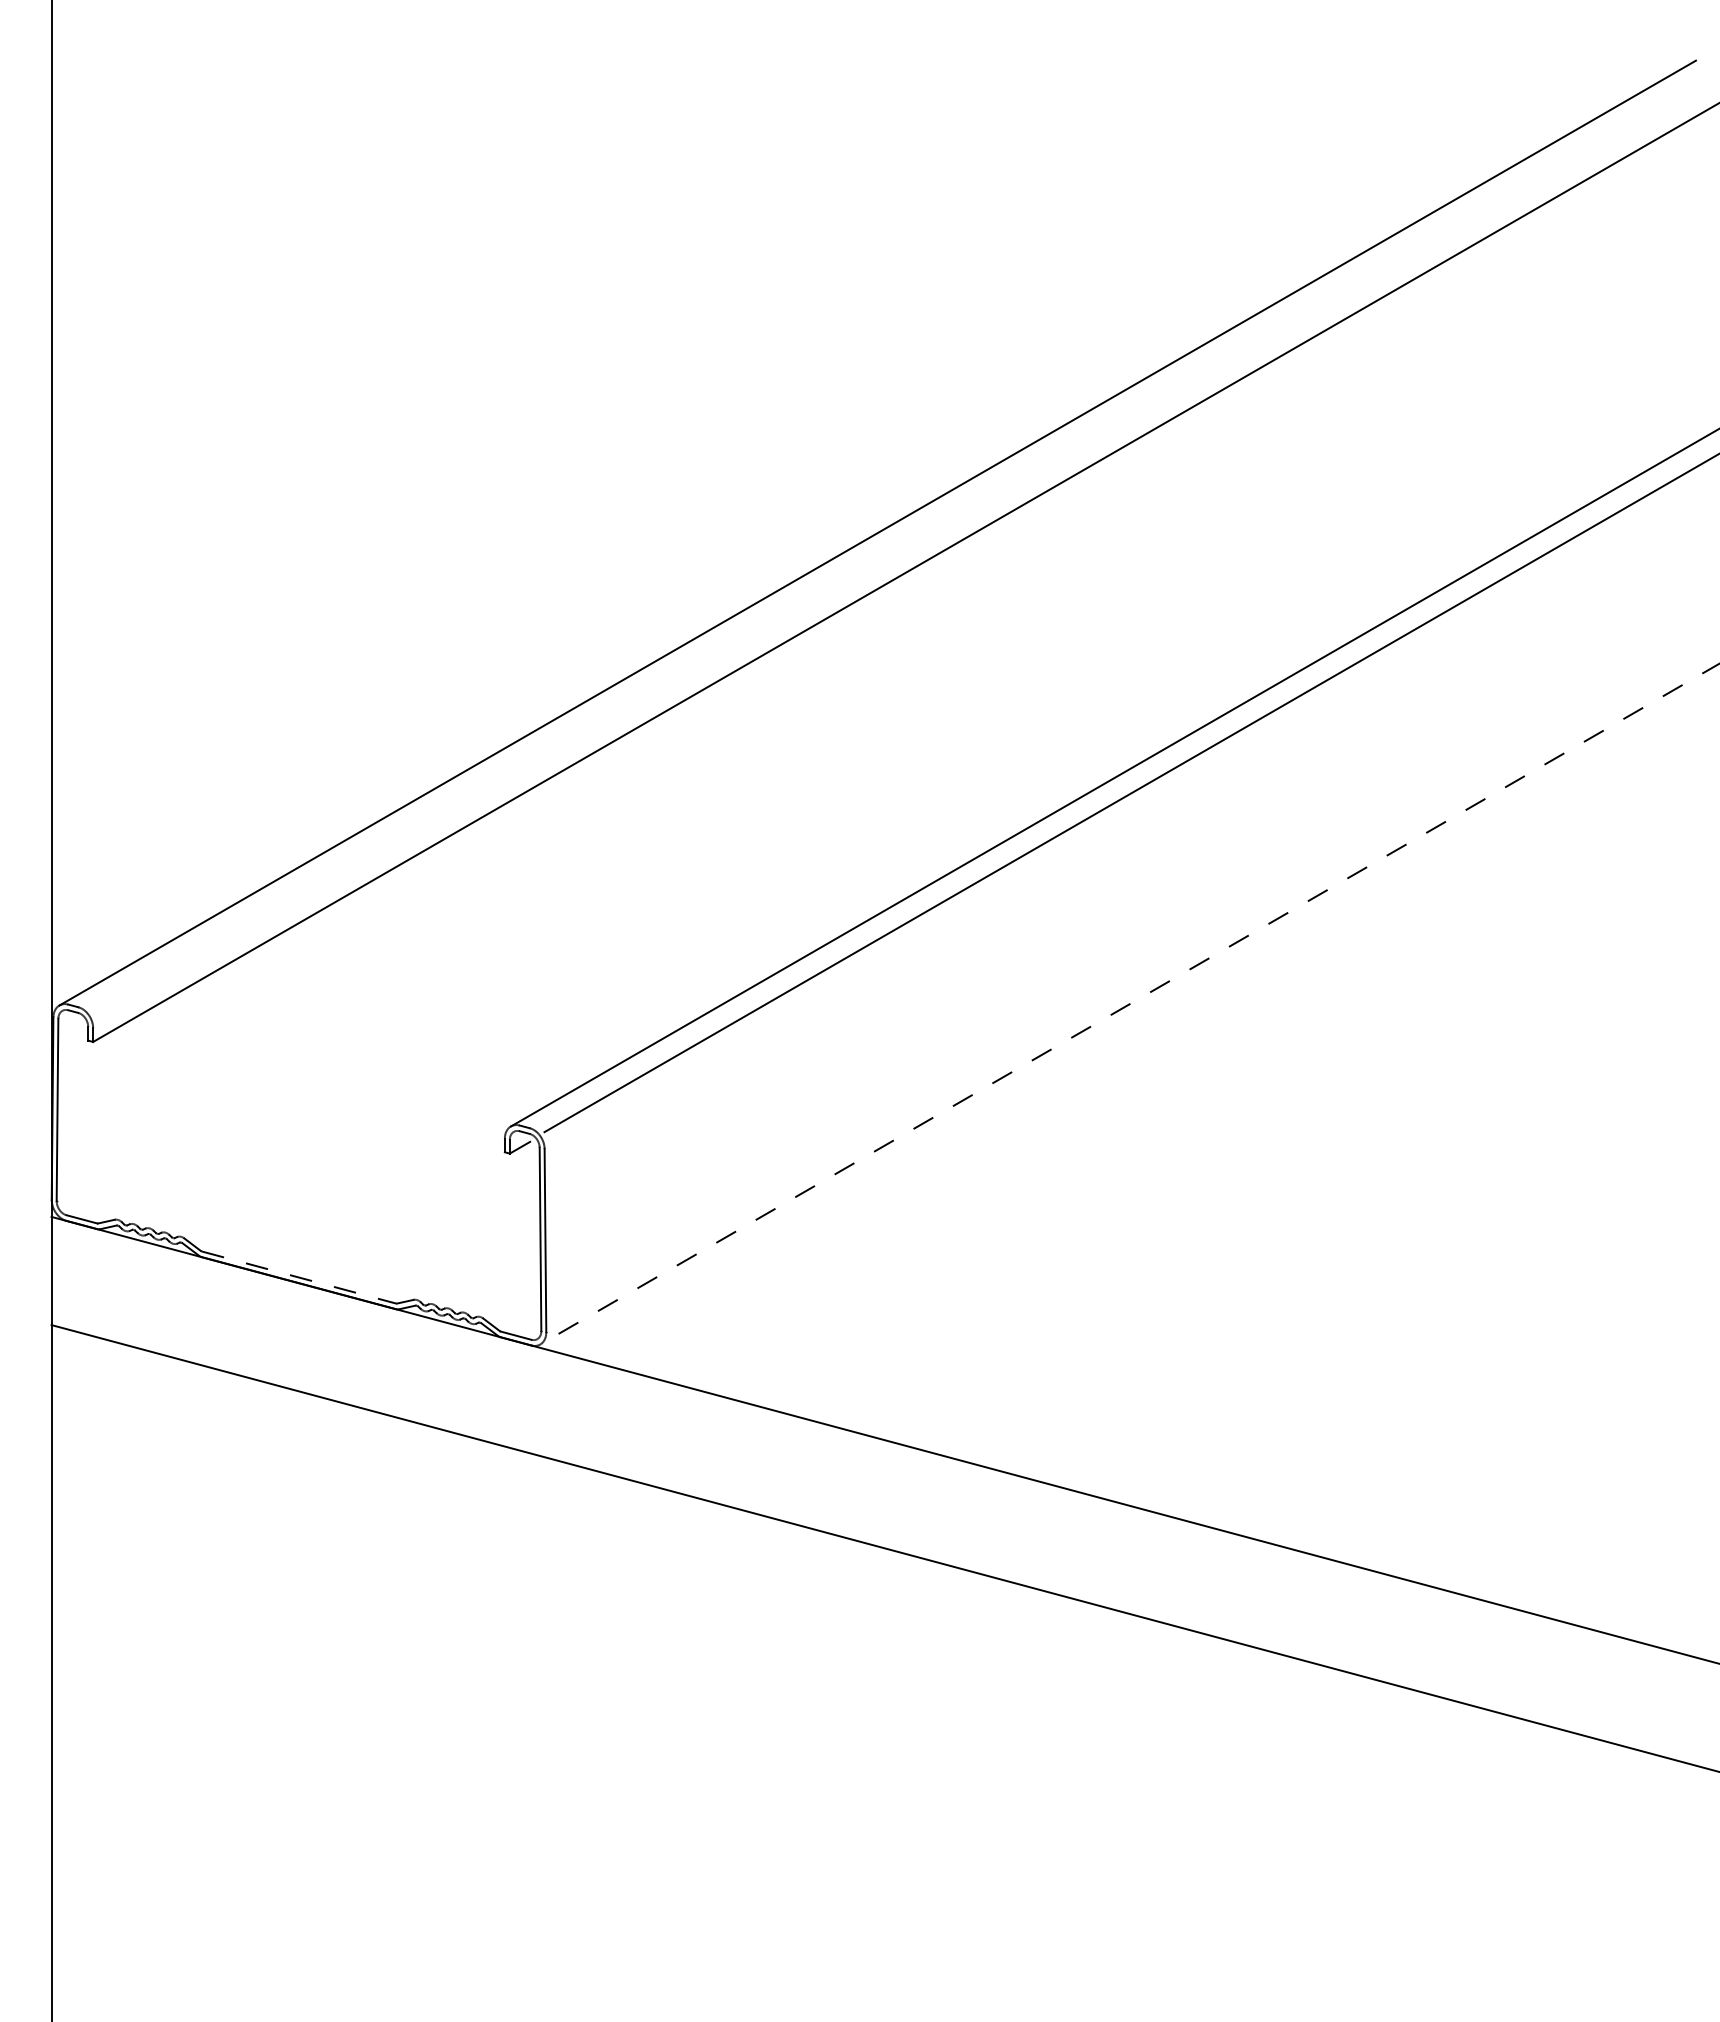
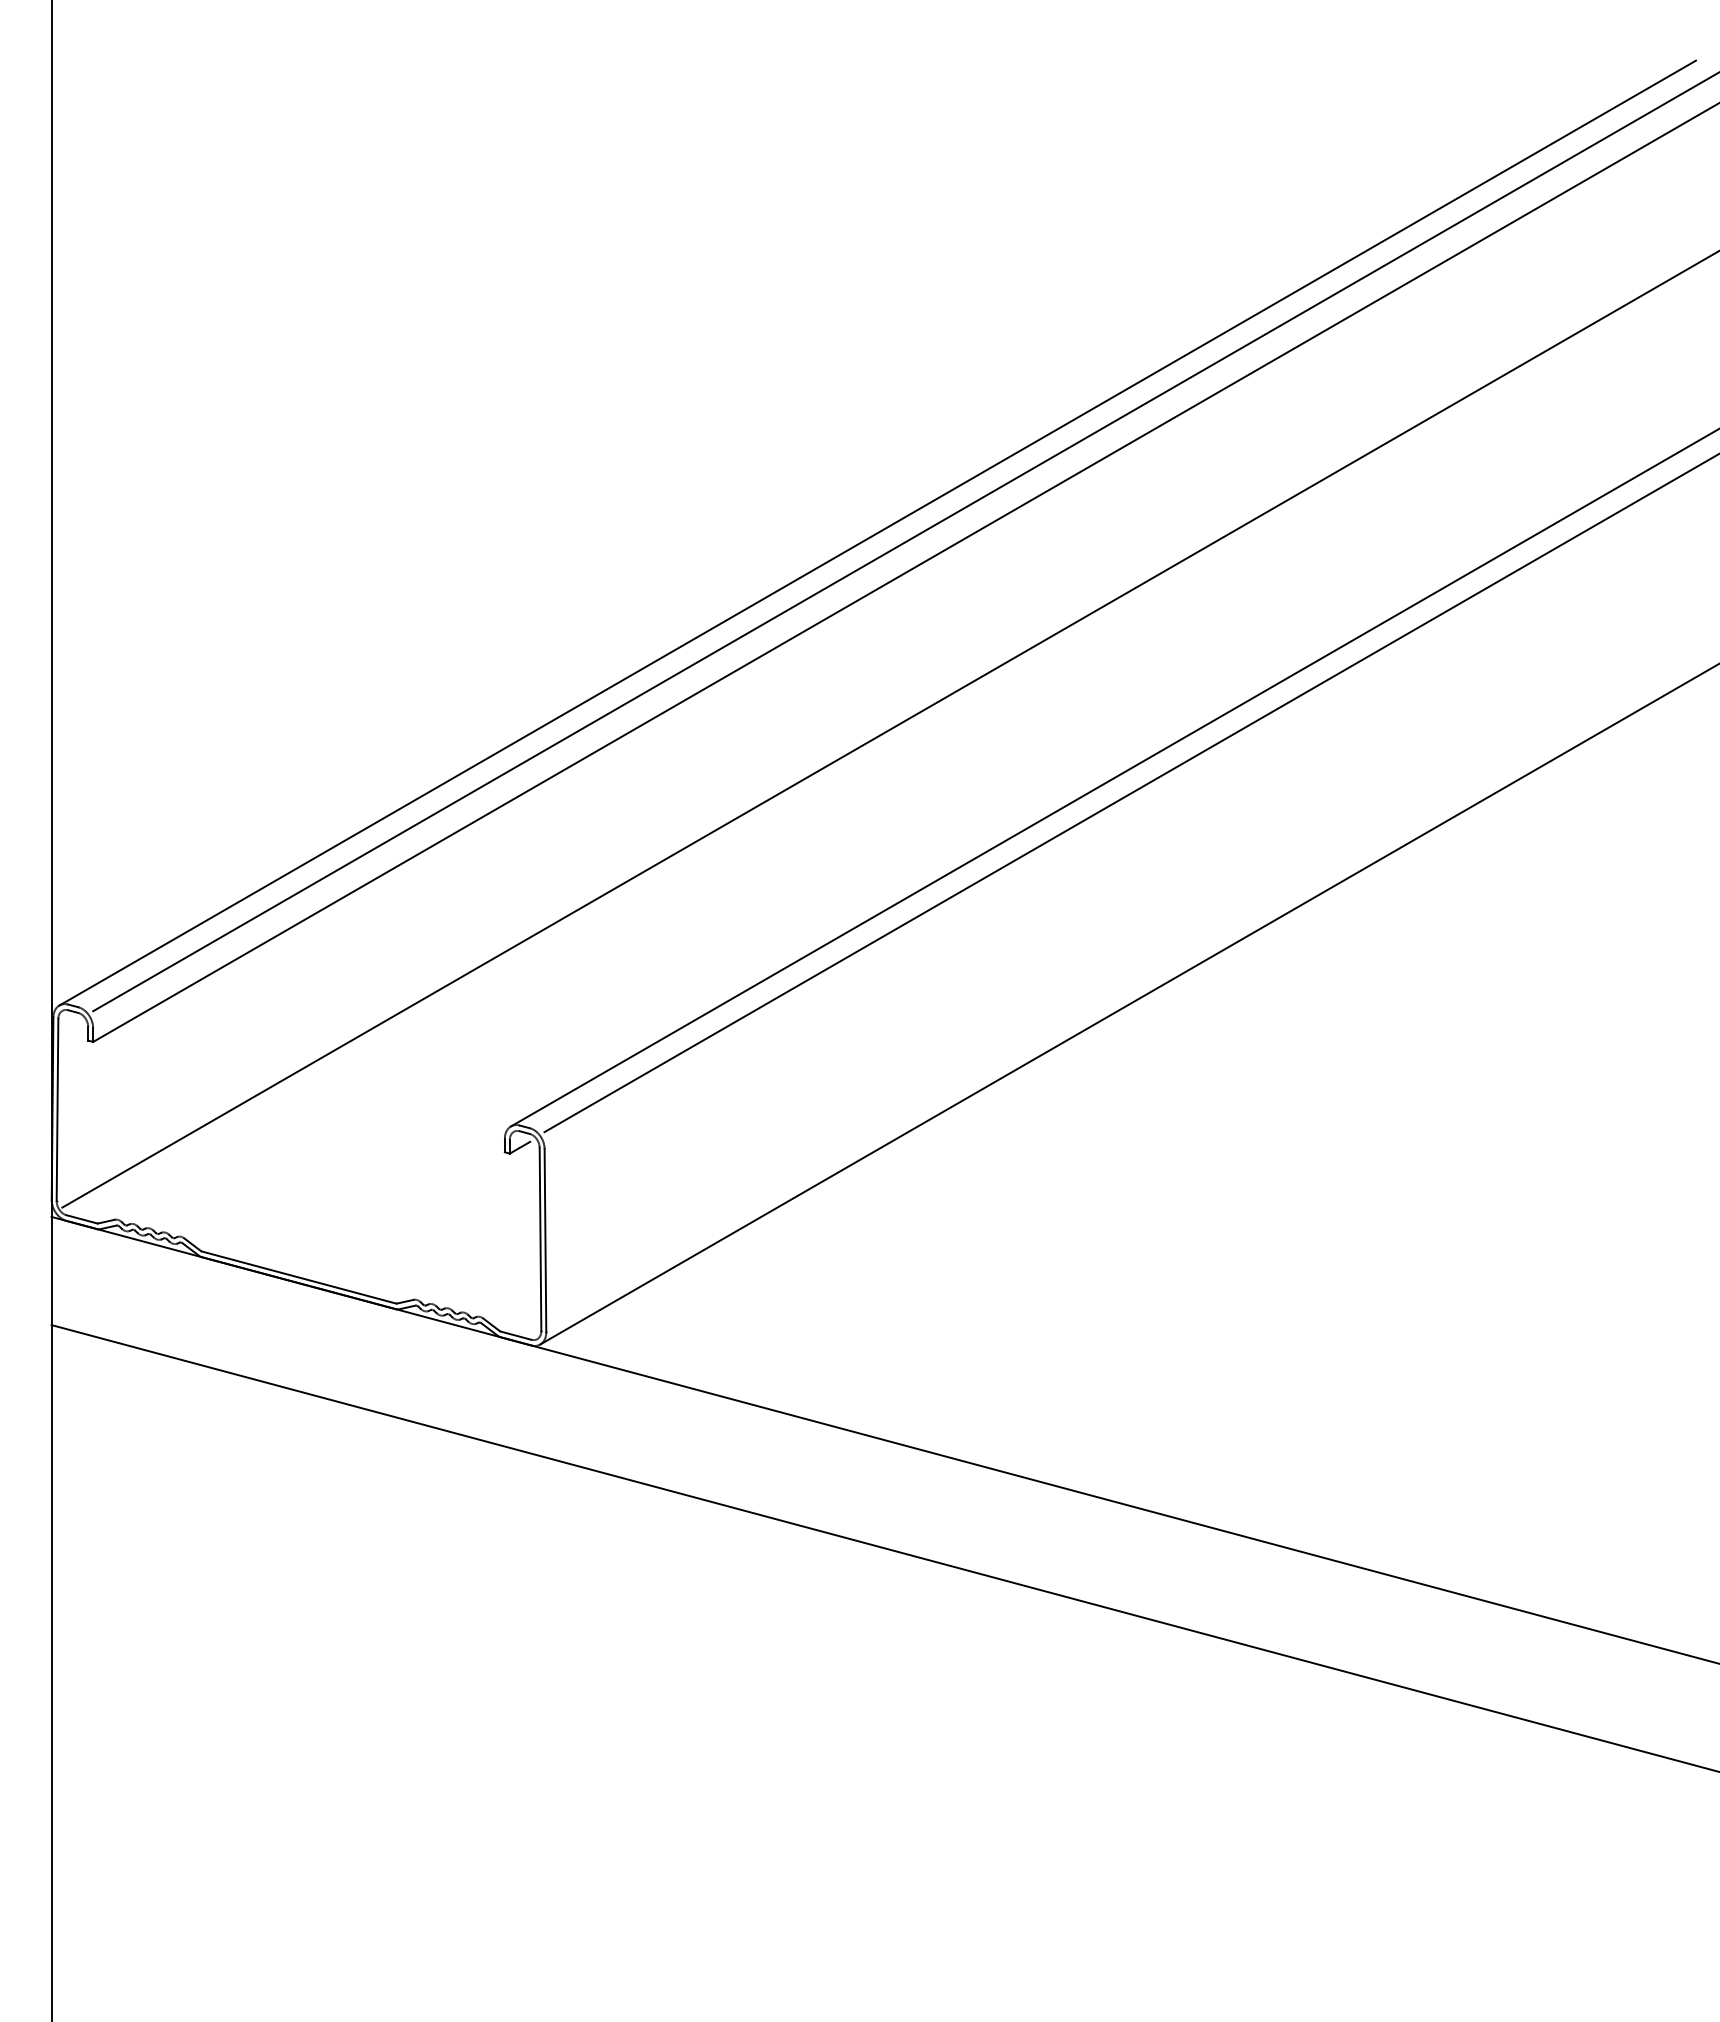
line at (904, 542): none -> present
line at (889, 729): none -> present
line at (1129, 1004): dashed -> solid
line at (299, 1277): dashed -> solid
